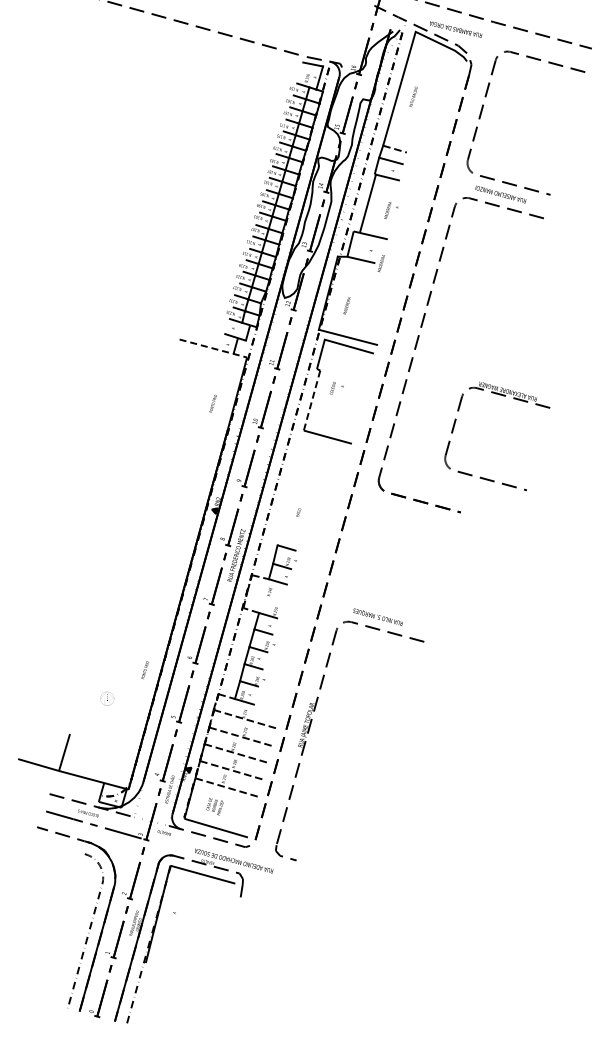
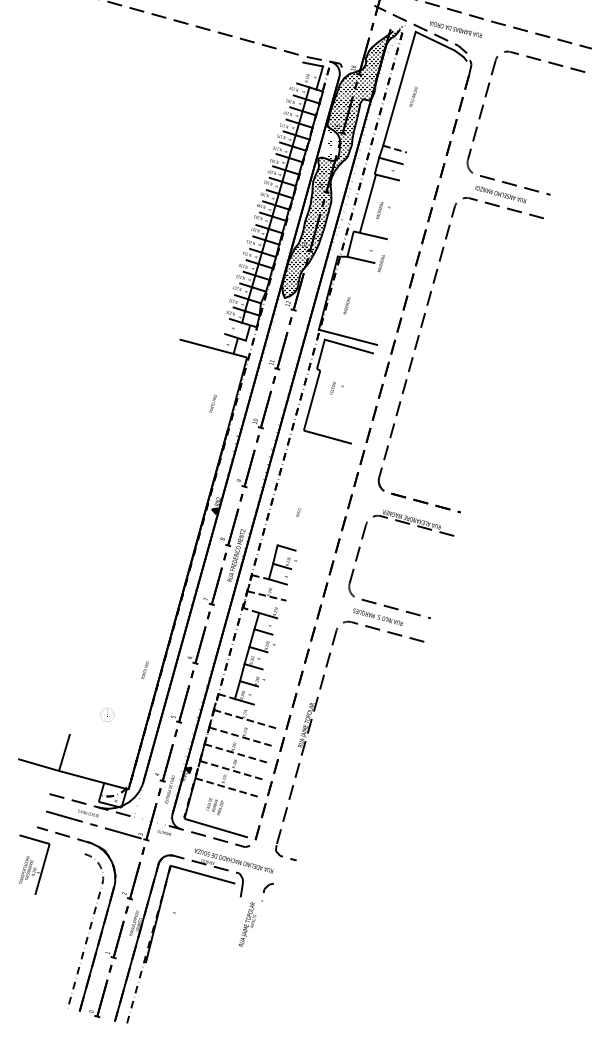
hatch at (342, 161): none -> present
text at (391, 210) position: (391, 210) -> (383, 210)
line at (213, 348): dashed -> solid
part at (503, 396) position: (503, 396) -> (407, 524)
line at (311, 401): dashed -> solid
line at (266, 595): none -> present
text at (107, 698) position: (107, 698) -> (107, 714)
part at (34, 864): none -> present
part at (255, 914): none -> present
